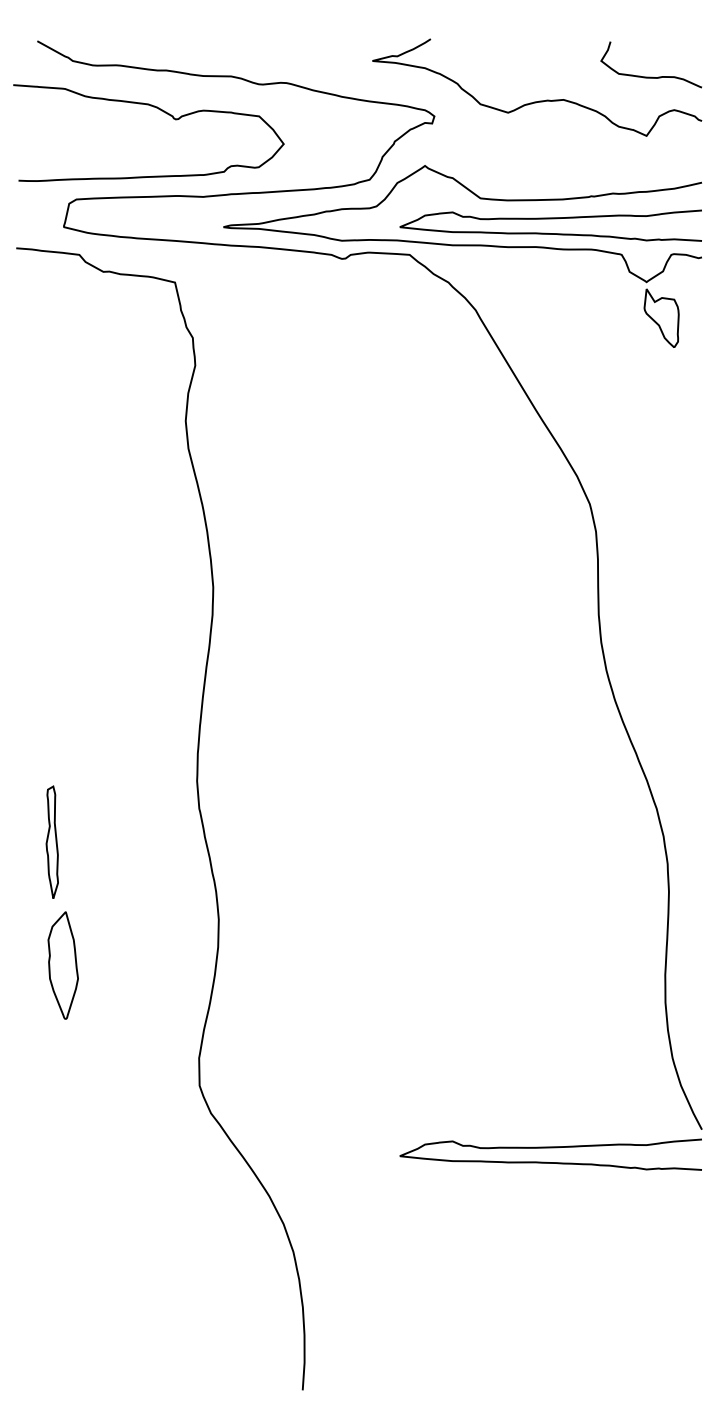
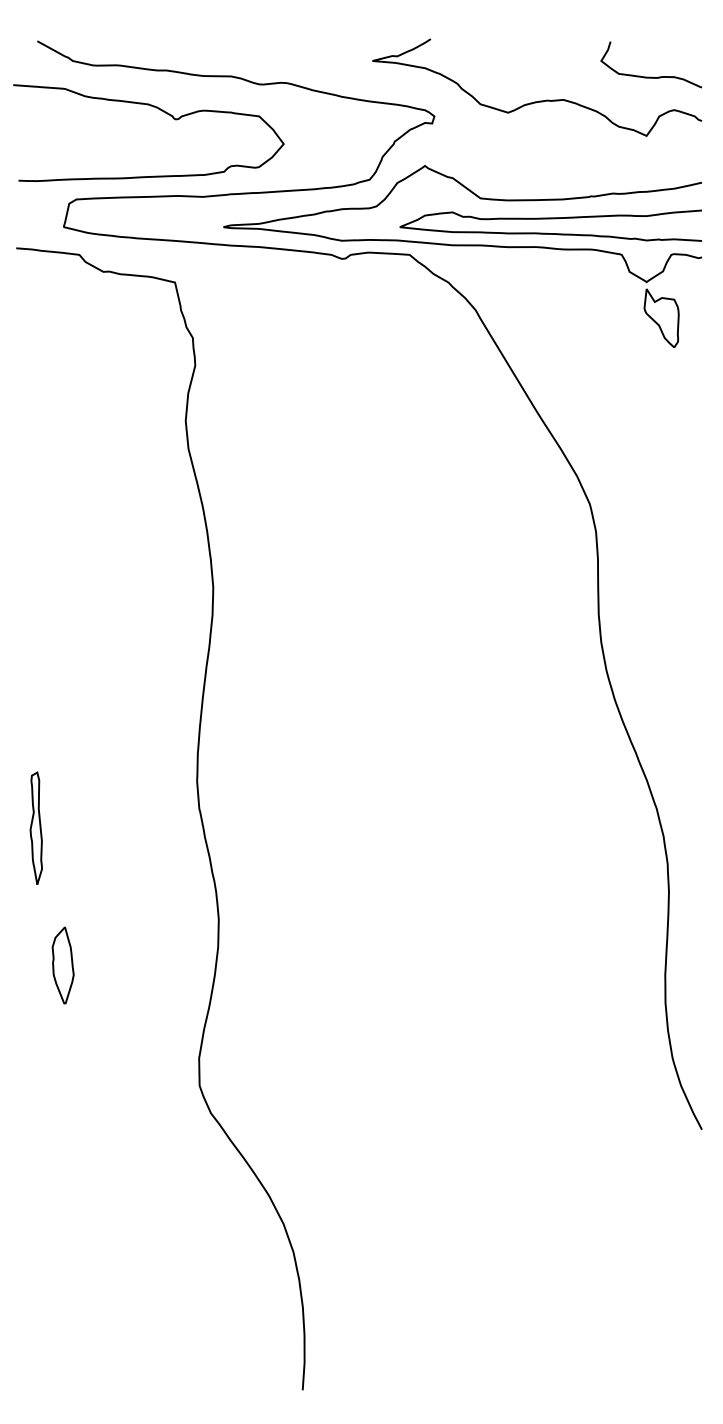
part at (51, 841) position: (51, 841) -> (35, 827)
part at (62, 965) size: 32x109 px -> 24x79 px
curve at (550, 1148): present -> none
